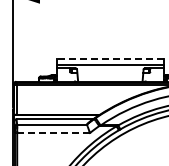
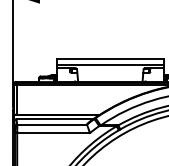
line at (109, 59): dashed -> solid
line at (53, 133): dashed -> solid
